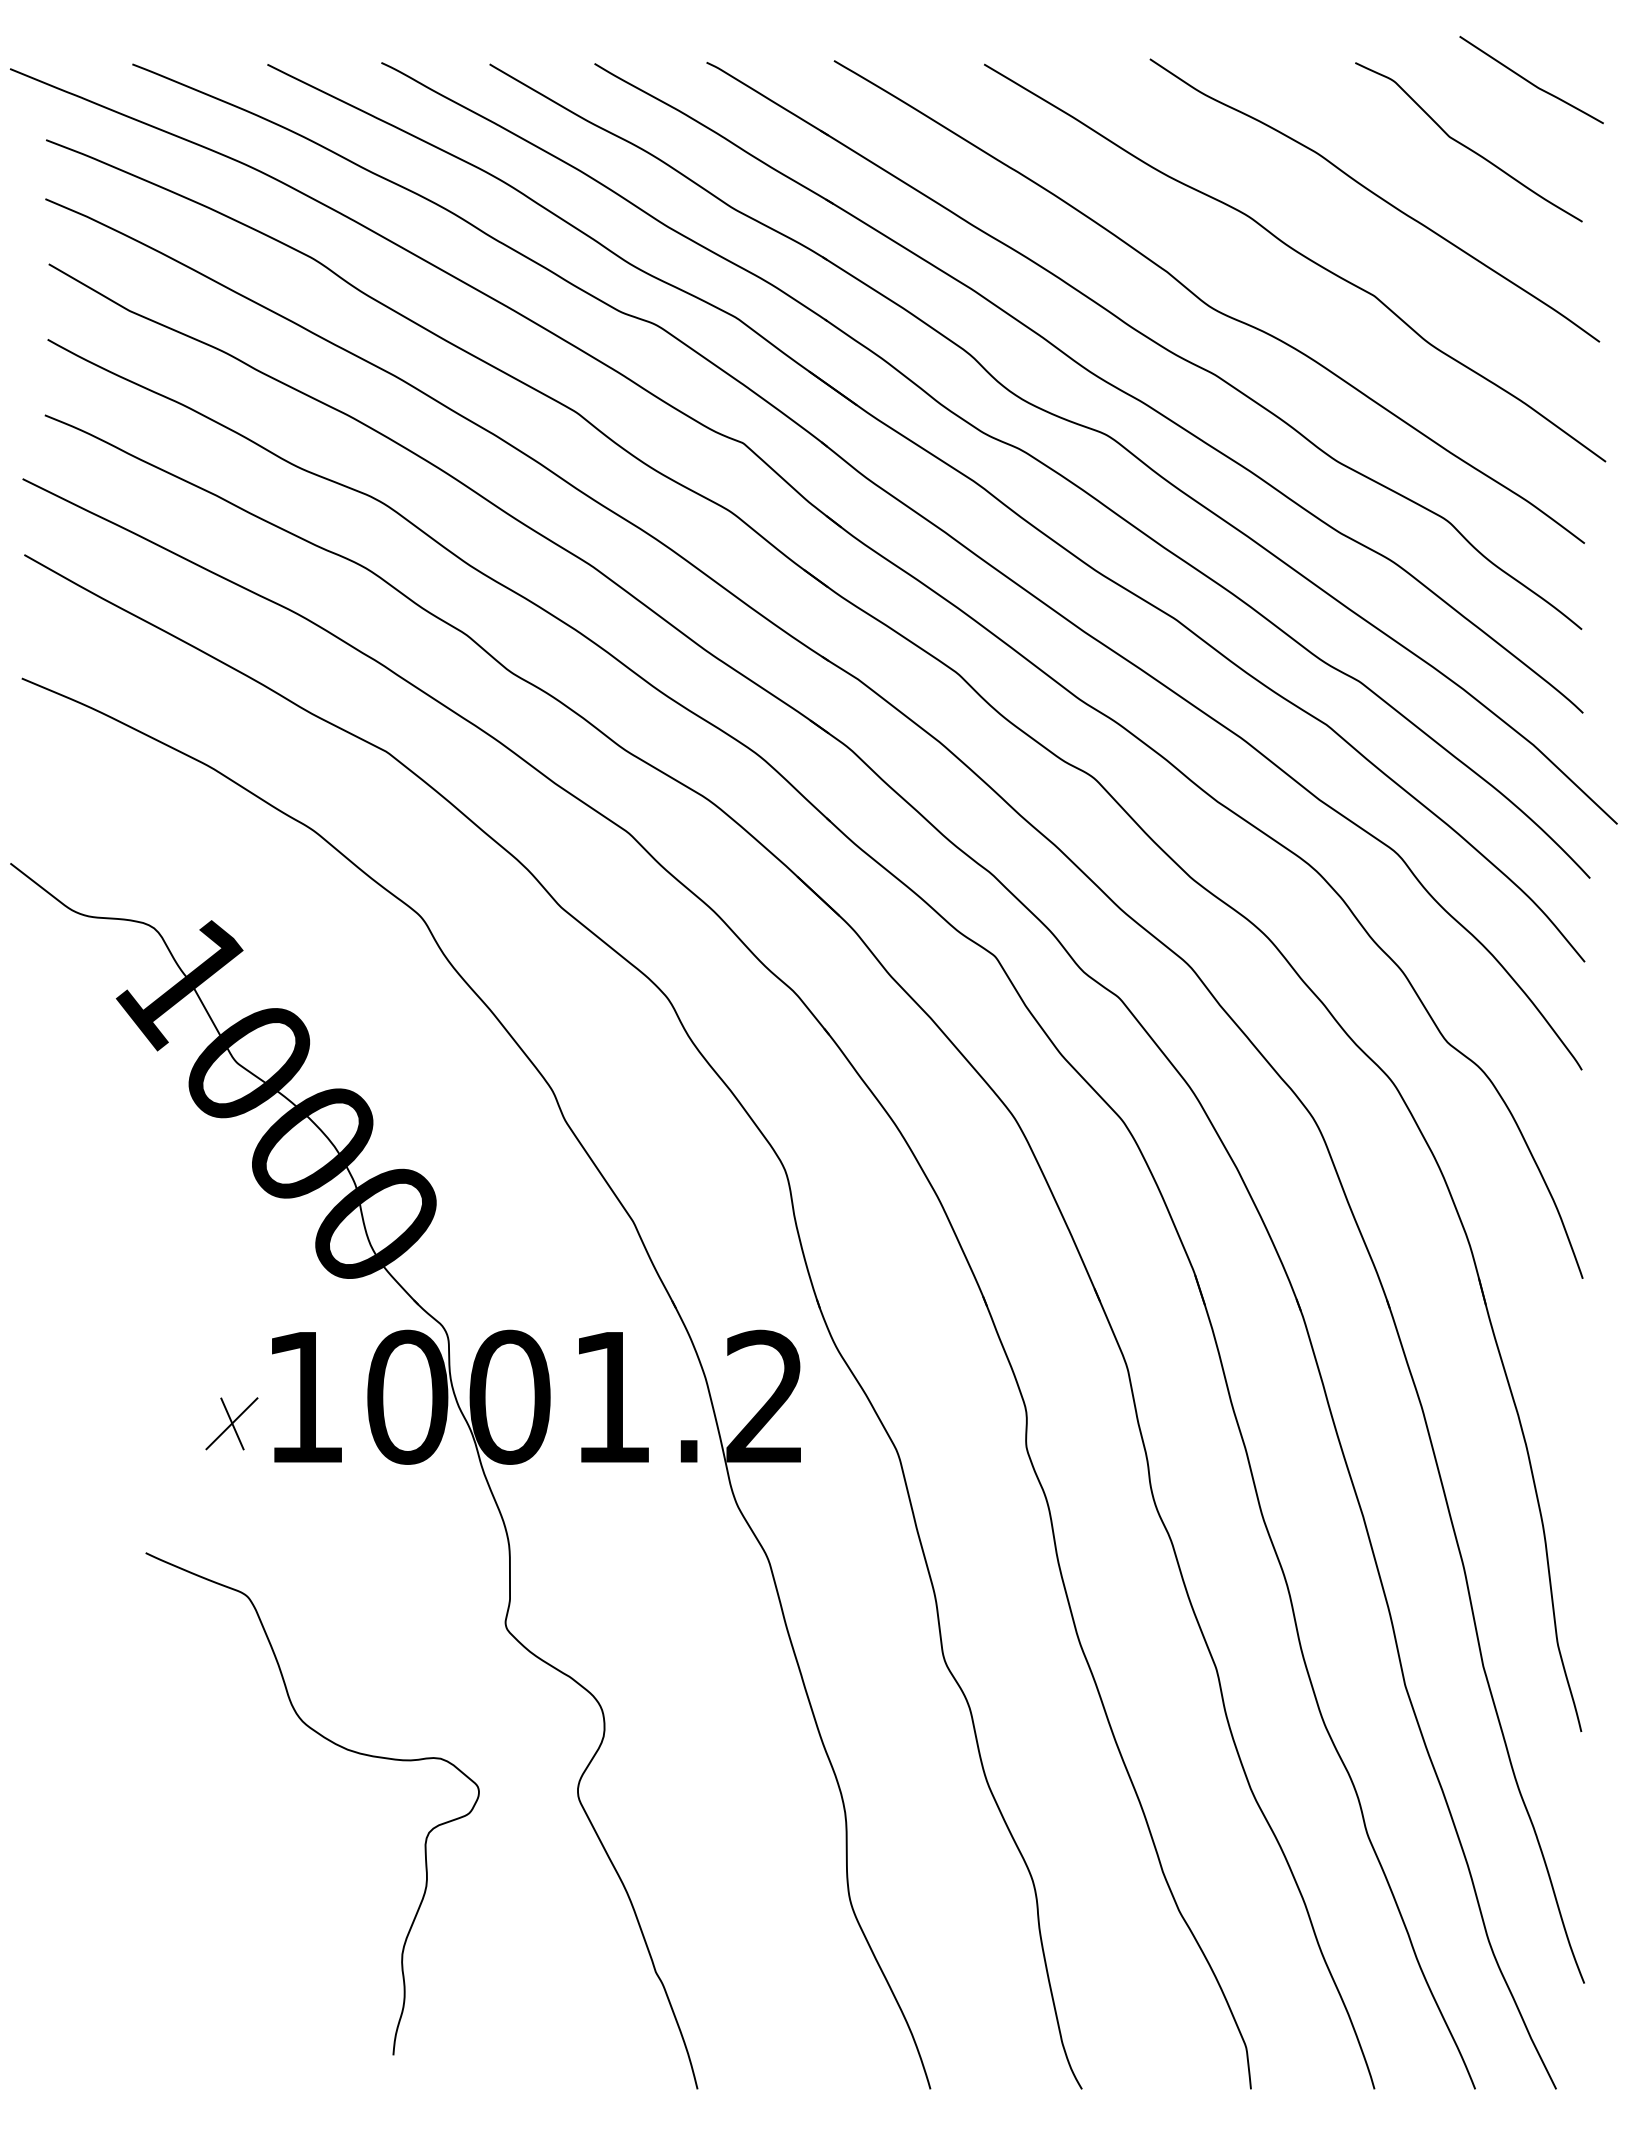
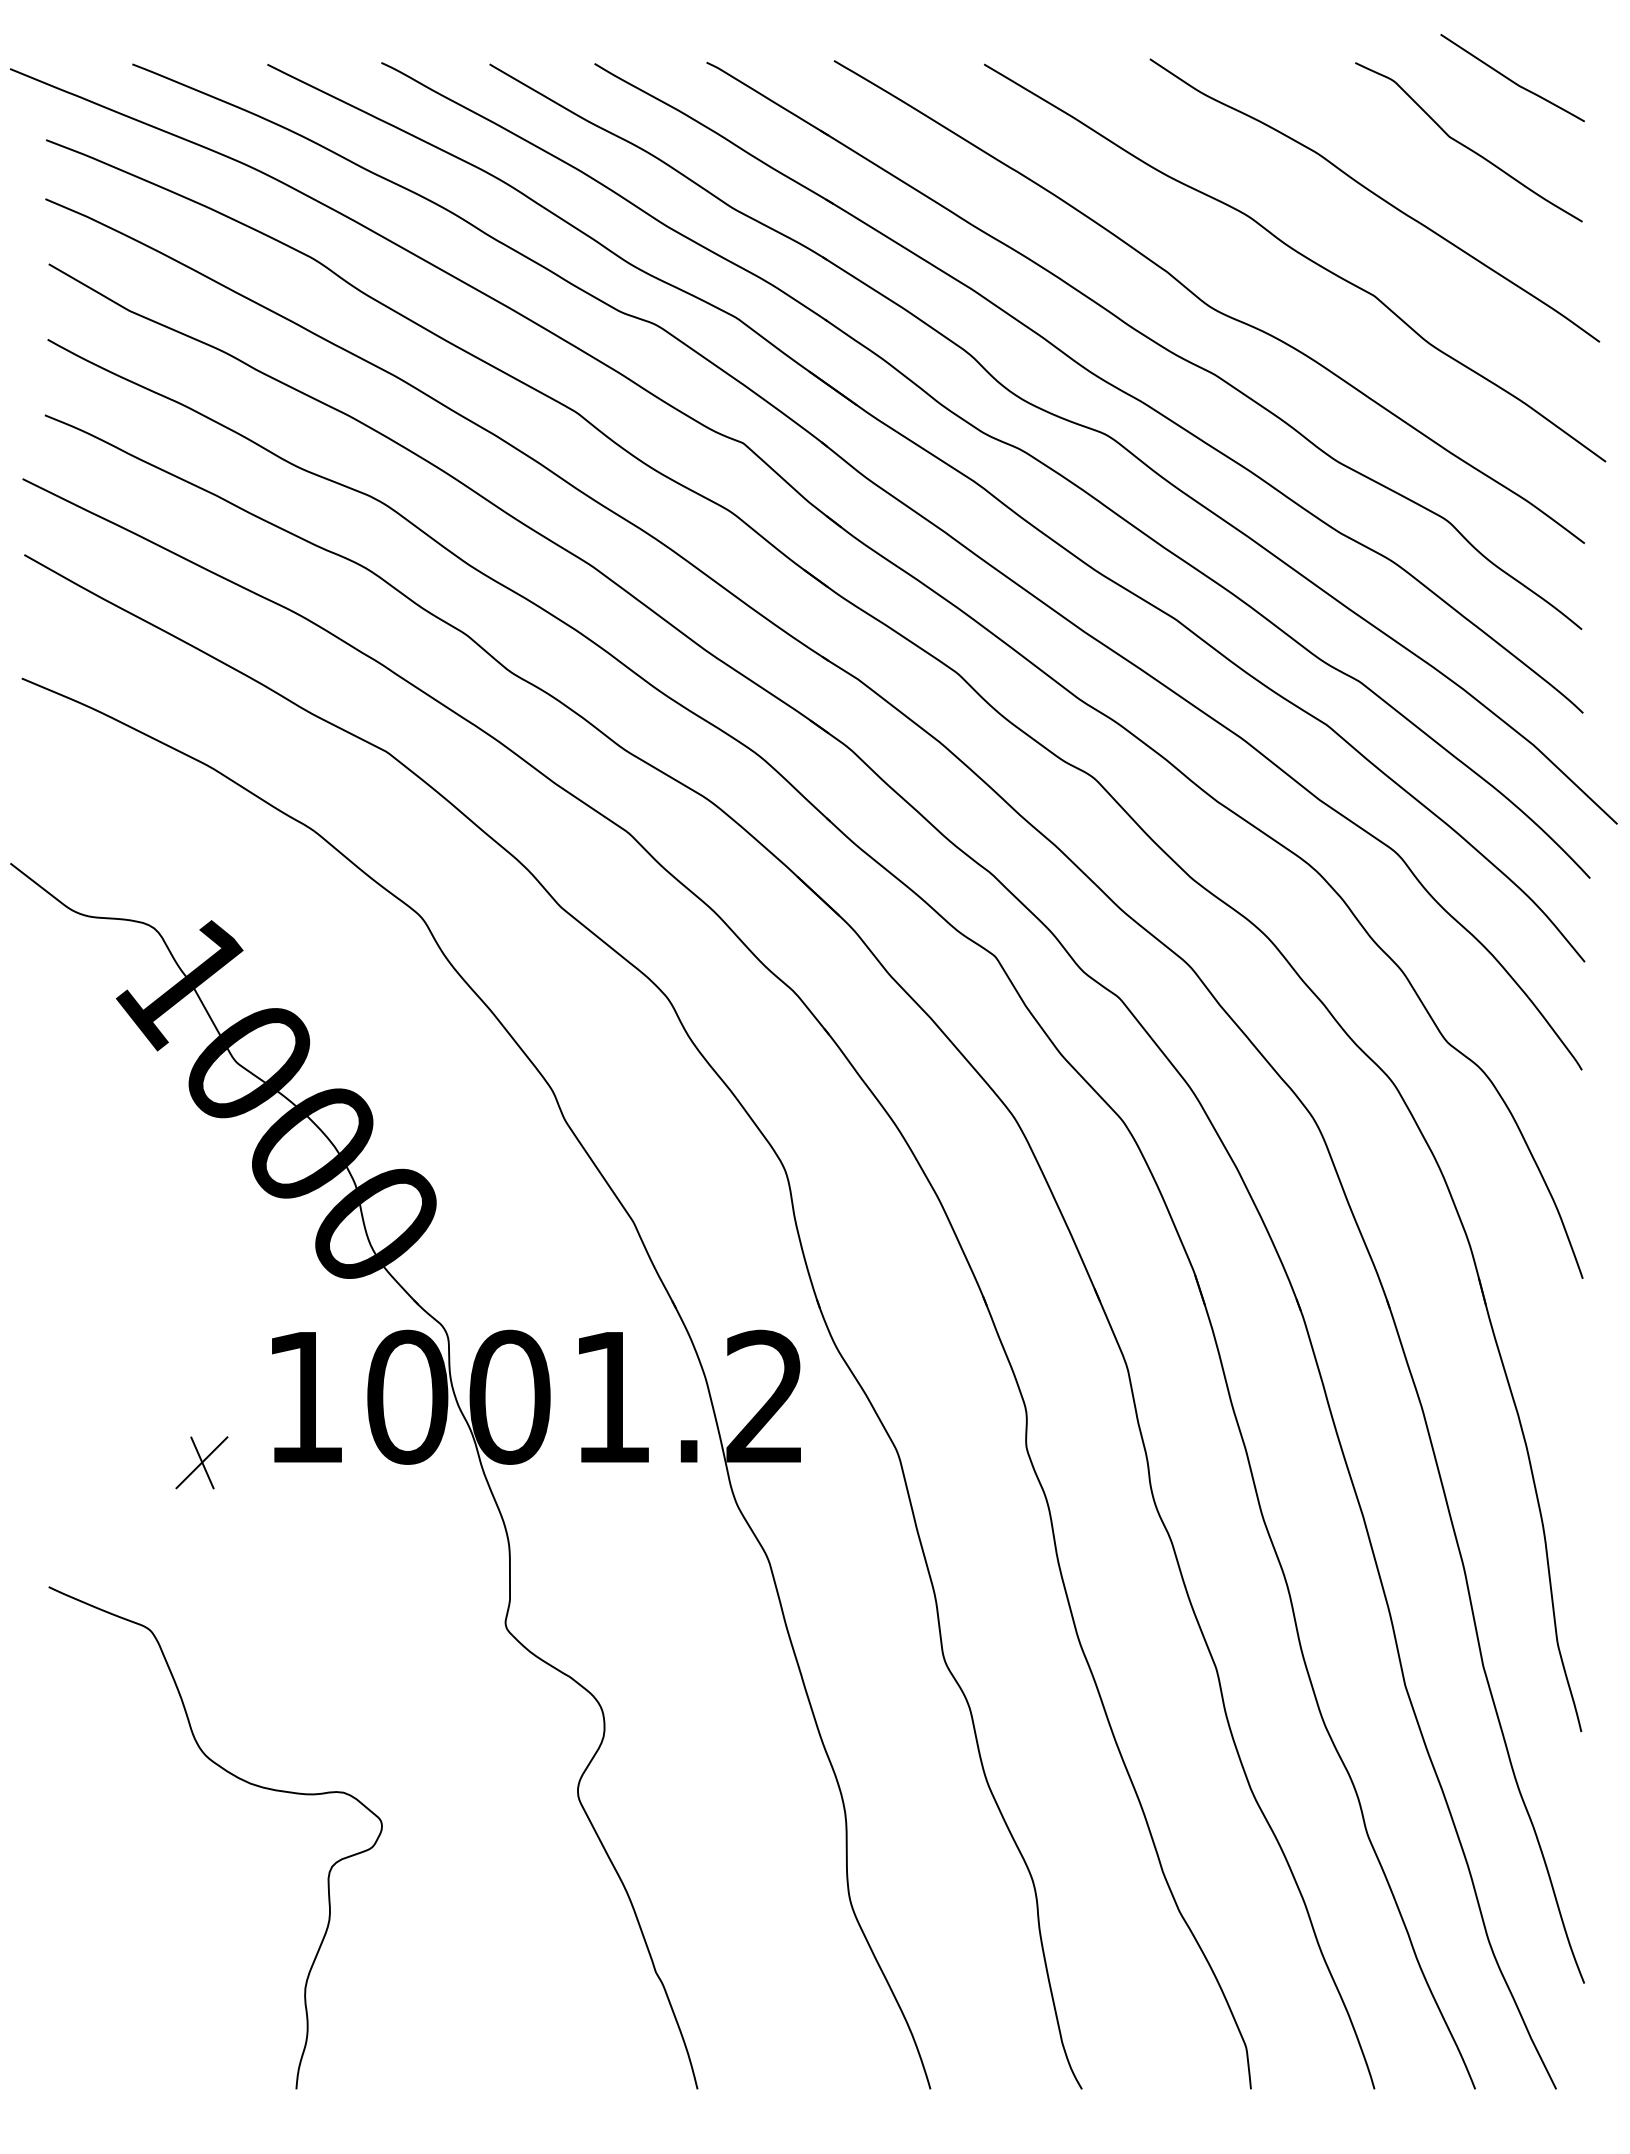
curve at (1530, 81) position: (1530, 81) -> (1511, 79)
part at (231, 1423) position: (231, 1423) -> (201, 1462)
curve at (340, 1747) position: (340, 1747) -> (243, 1781)
